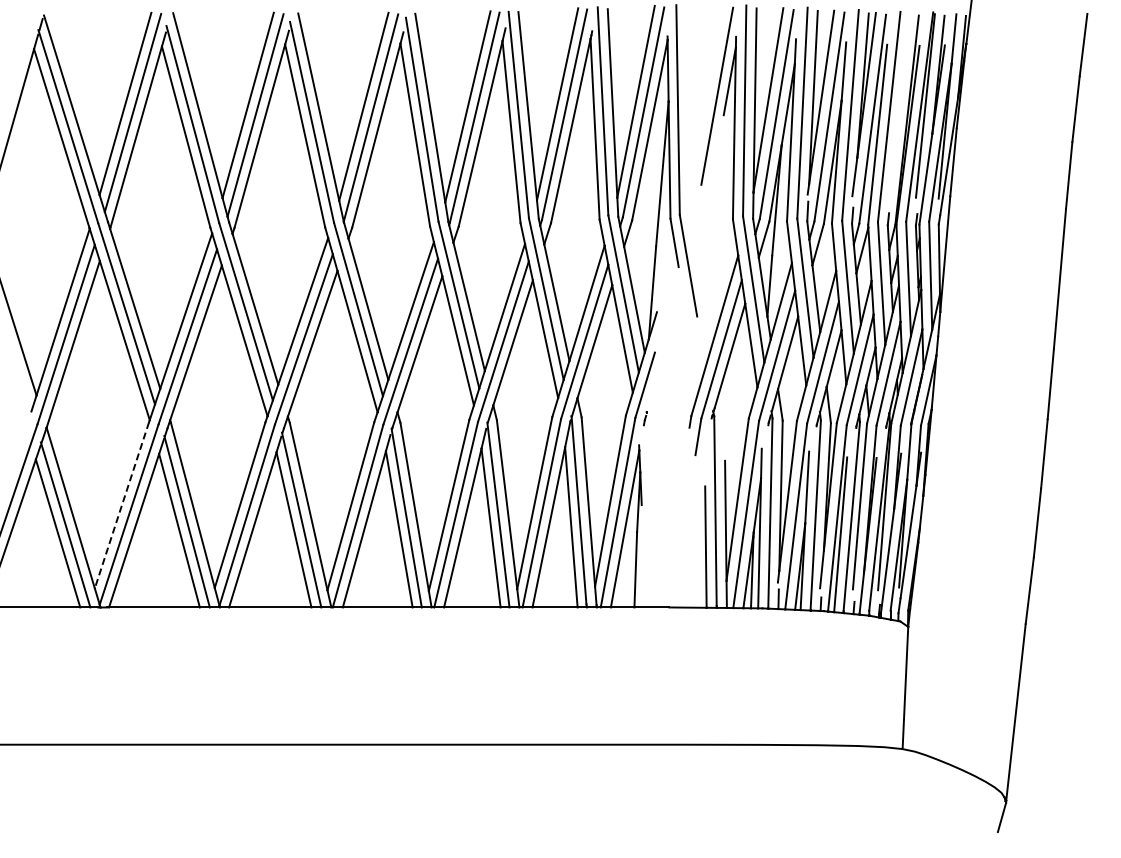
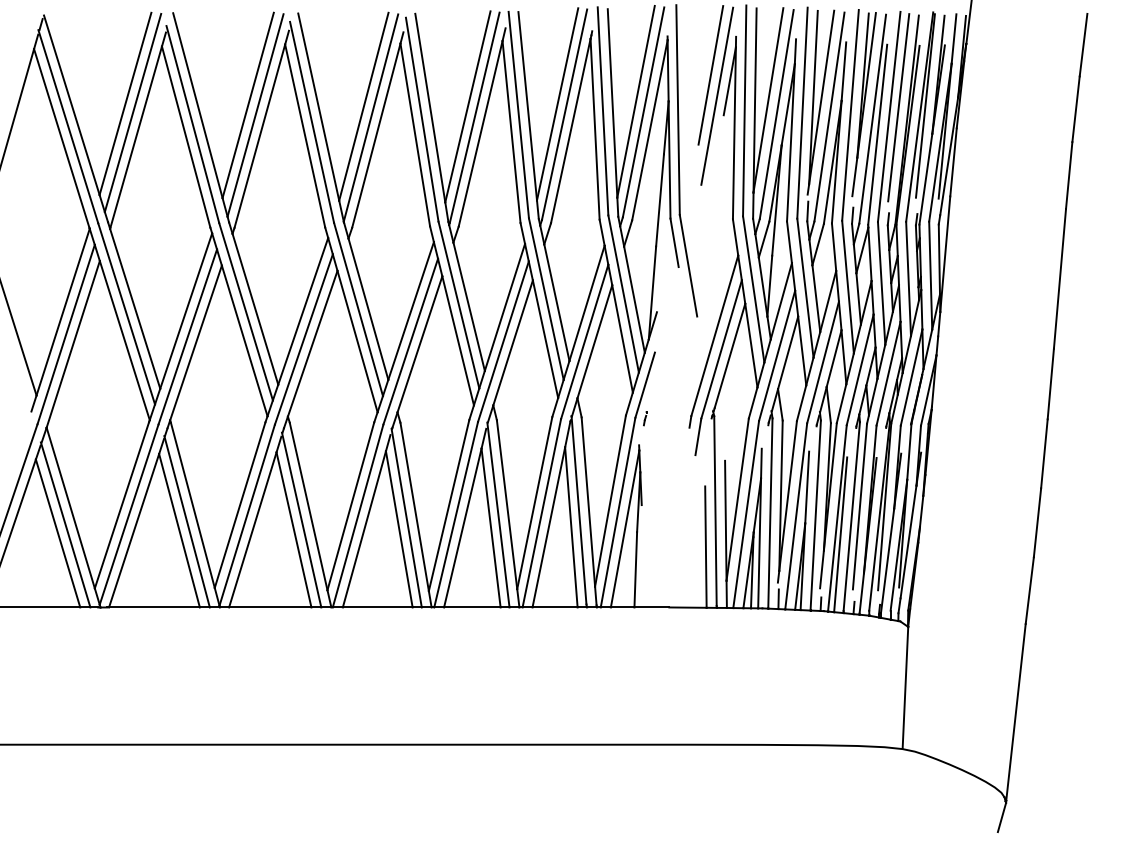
line at (710, 75): none -> present
line at (898, 107): none -> present
line at (121, 505): dashed -> solid
